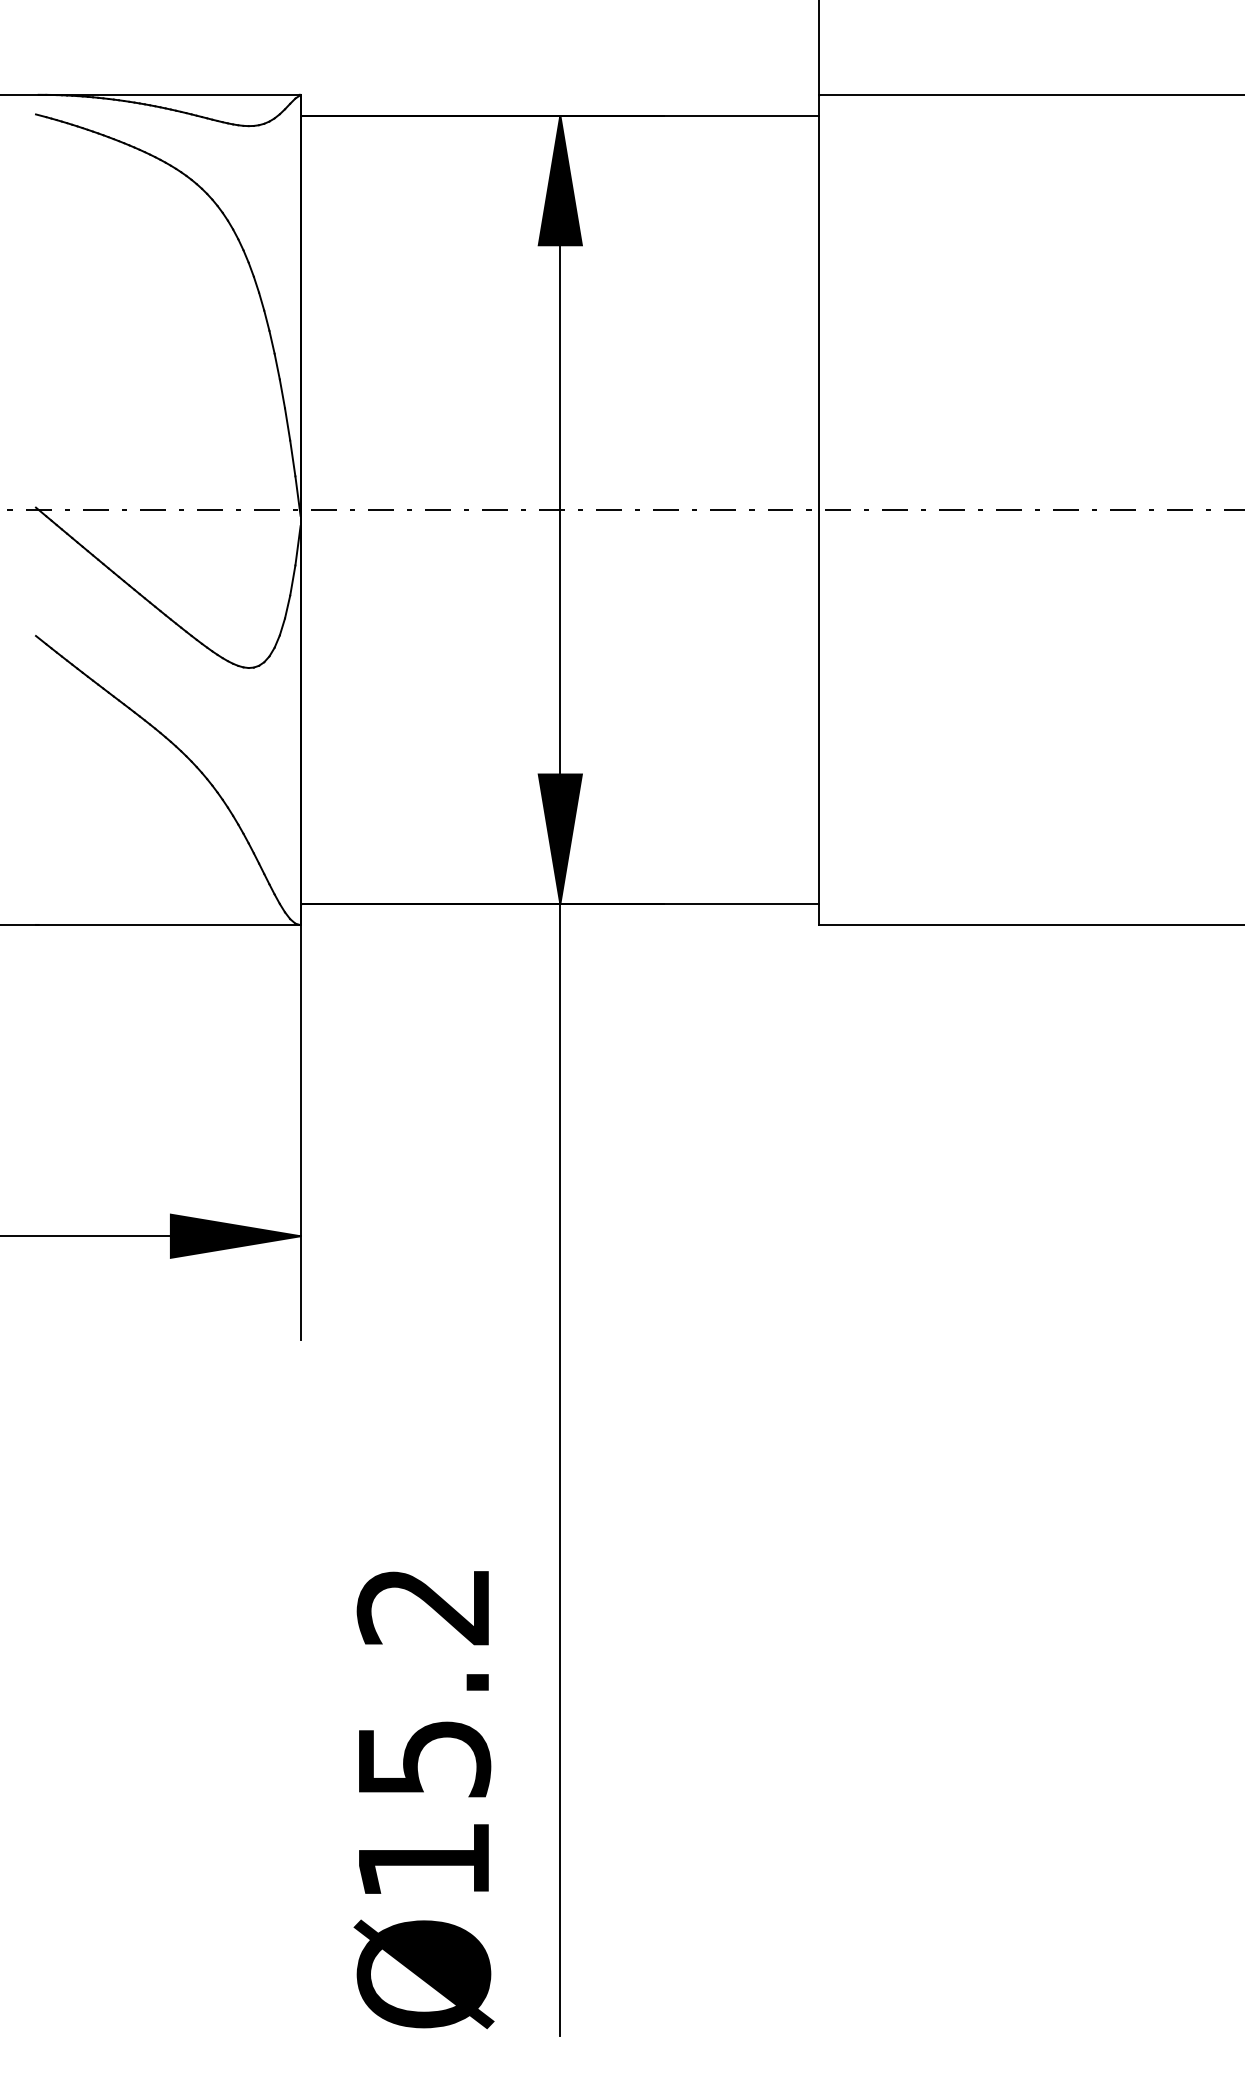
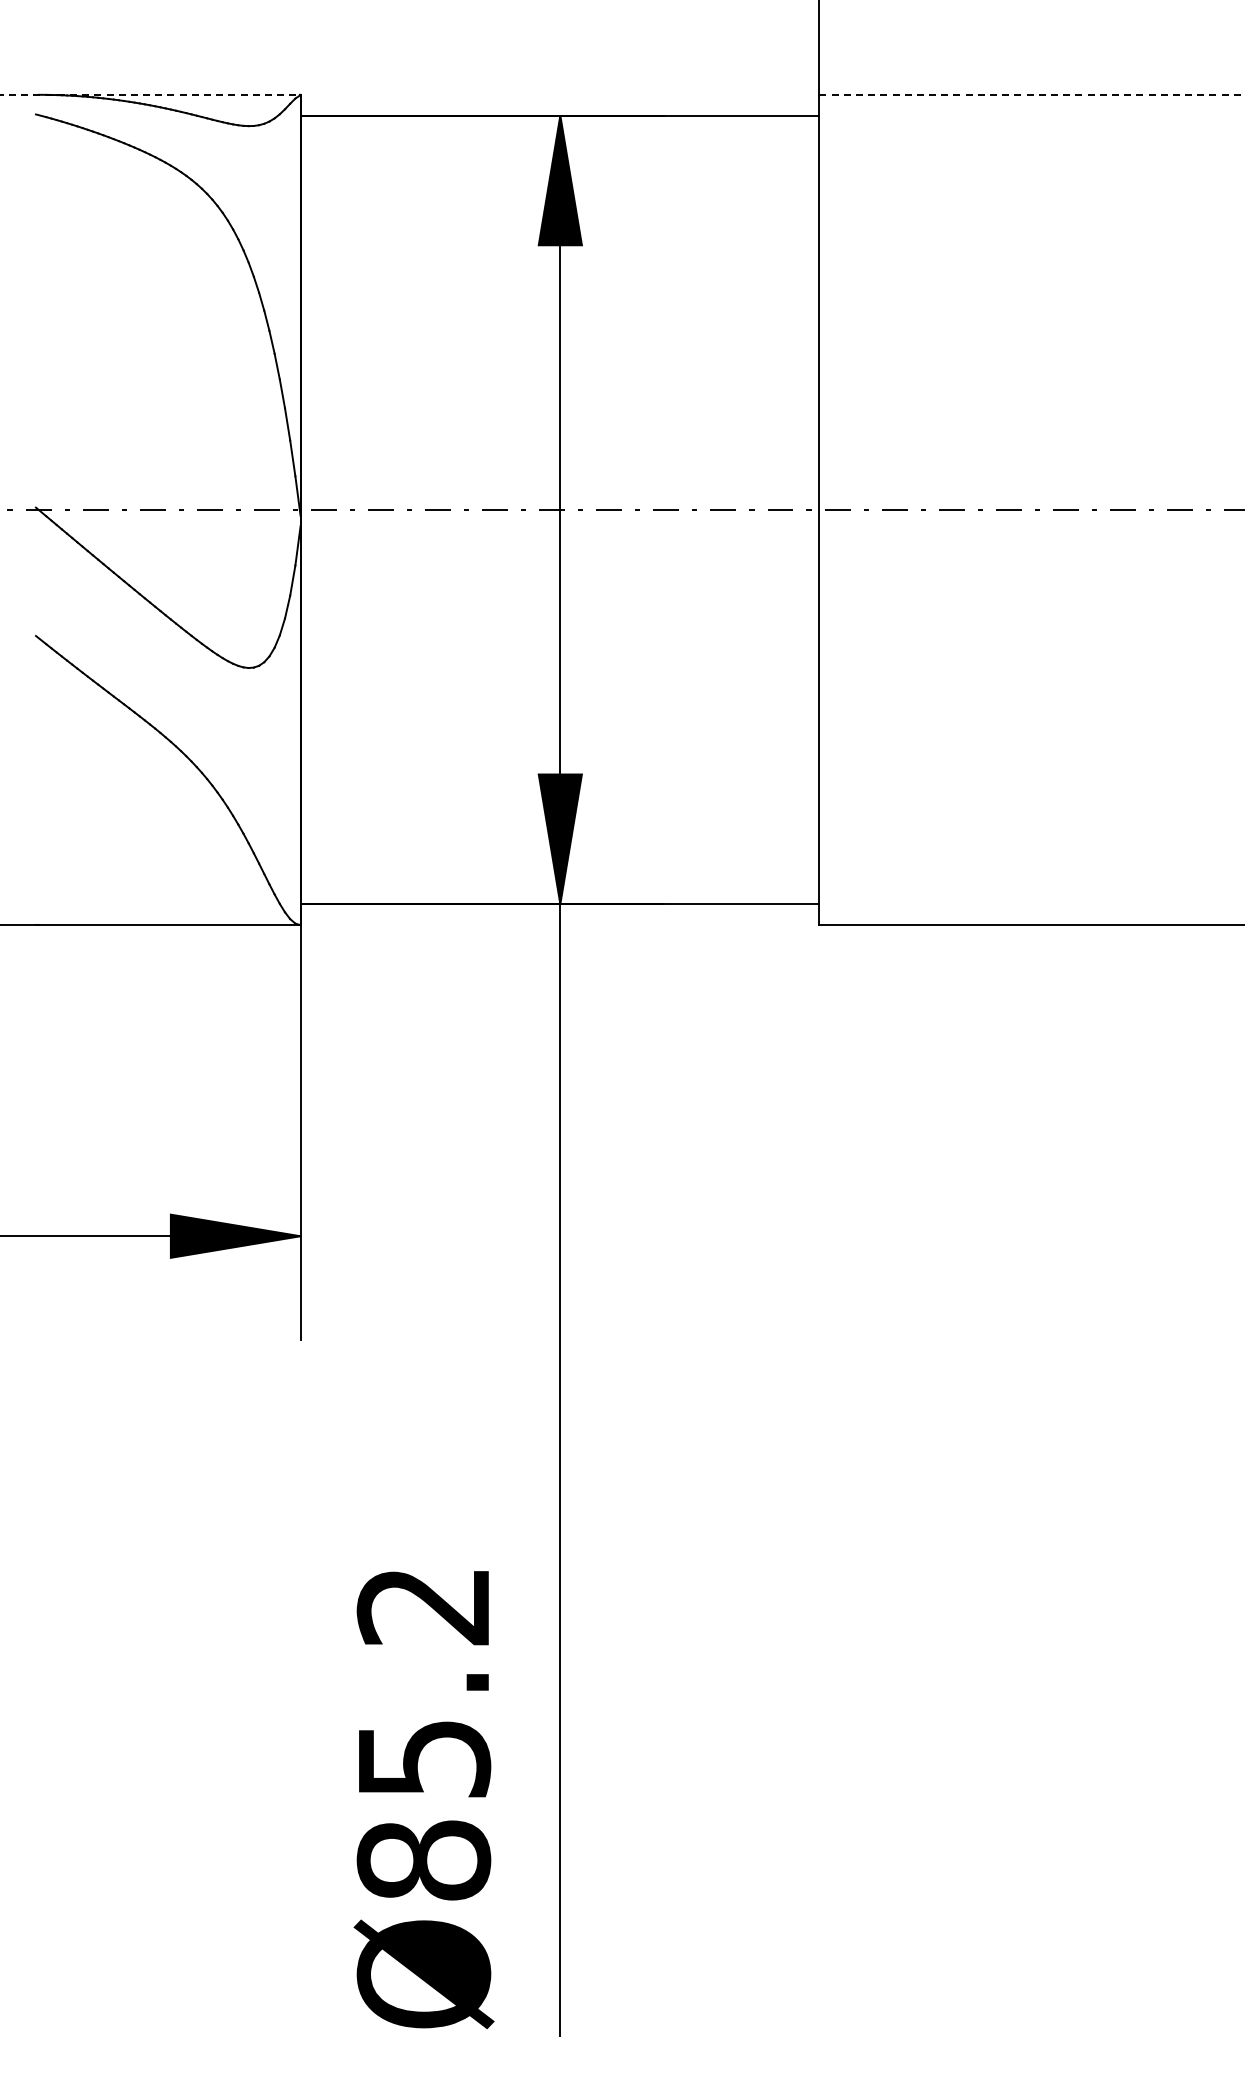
line at (150, 94): solid -> dashed
line at (1032, 94): solid -> dashed
text at (423, 1860): Ø15.2 -> Ø85.2
